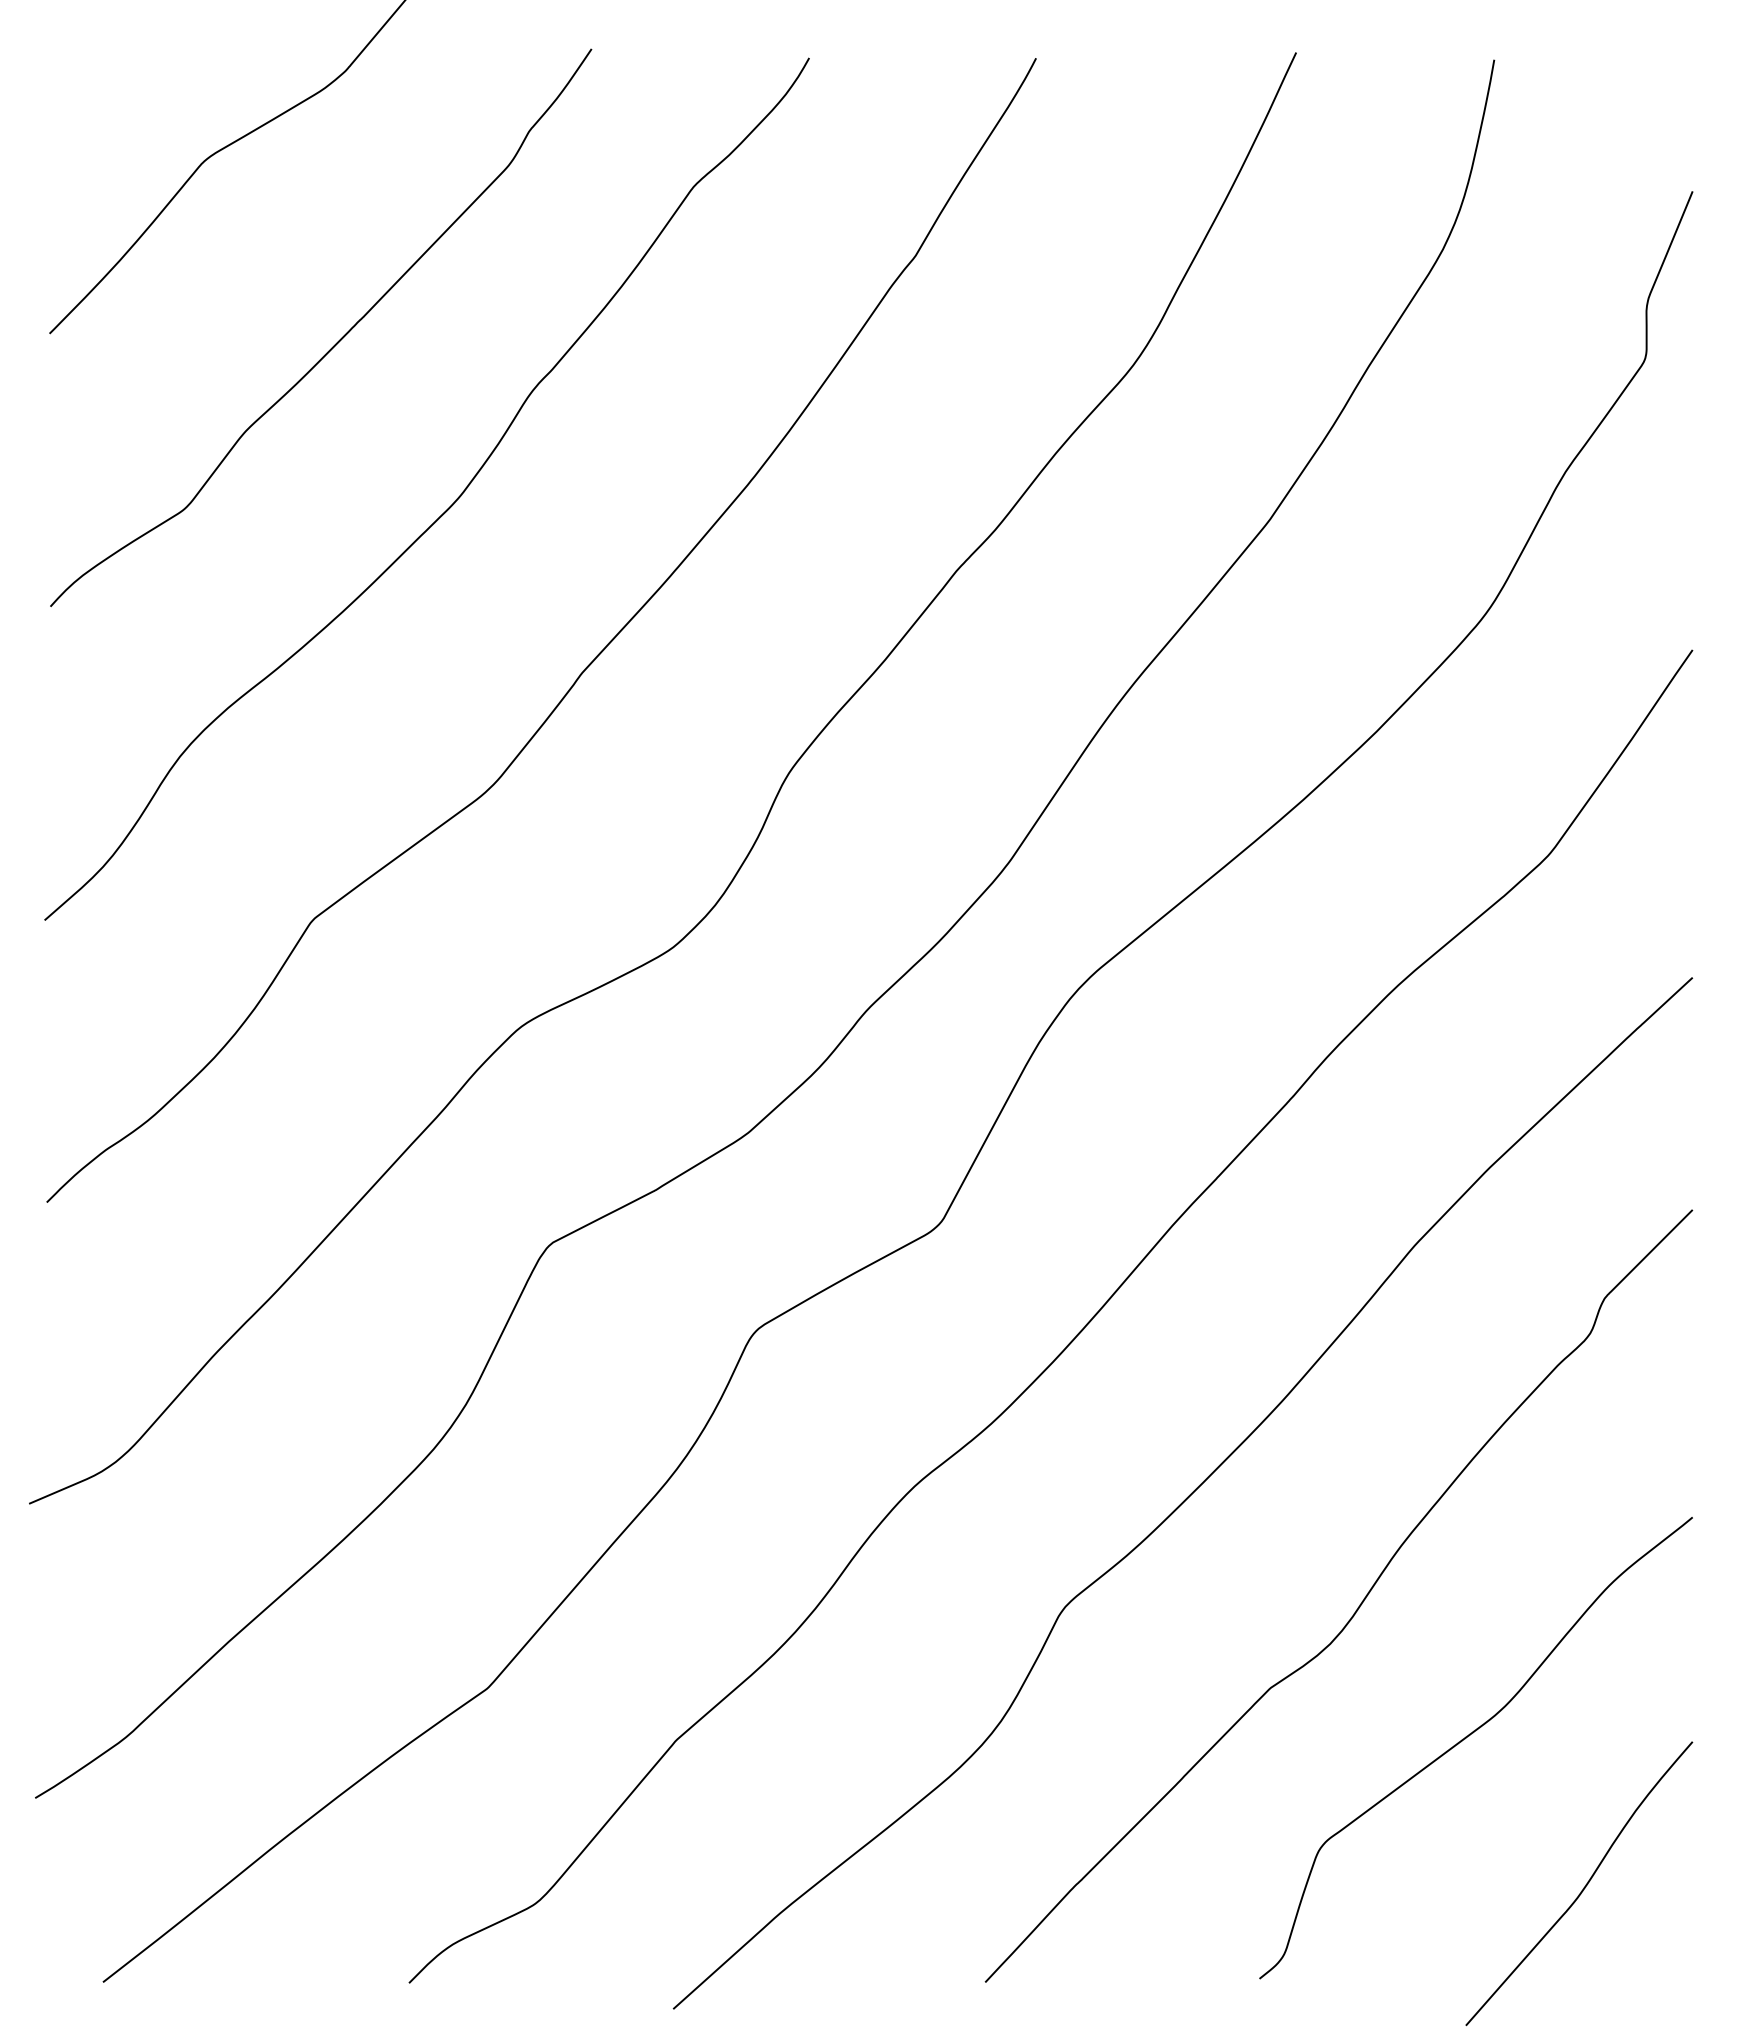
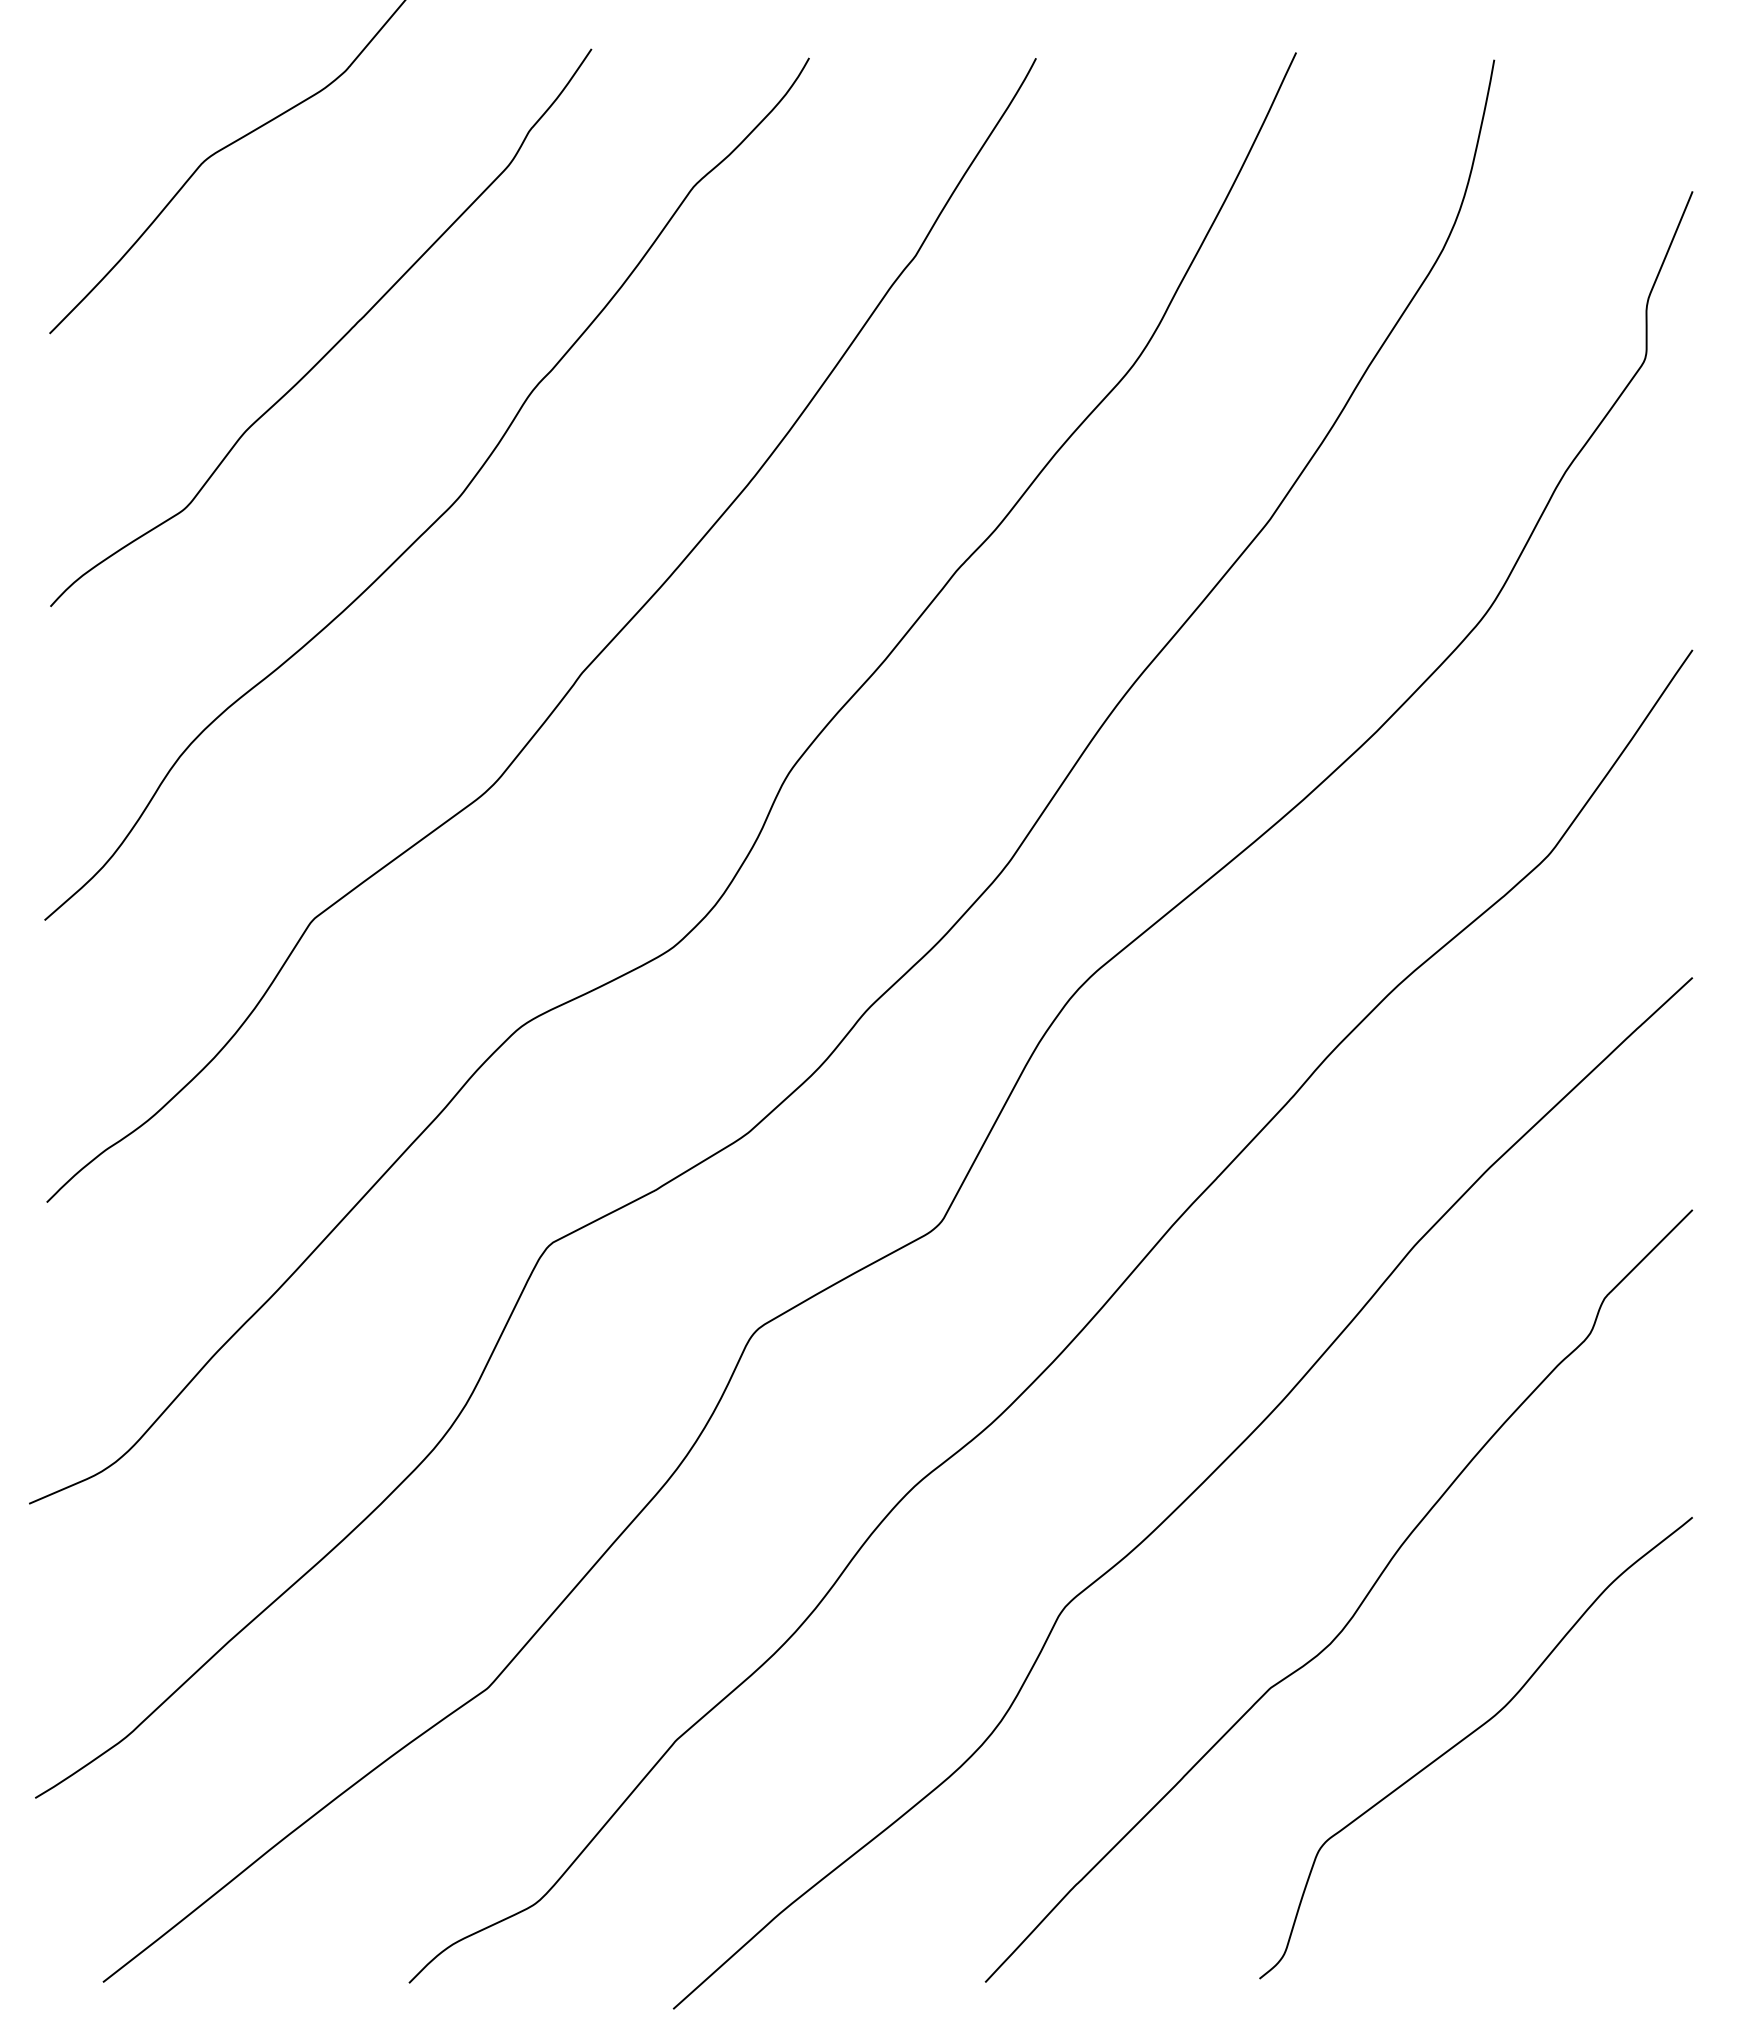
curve at (1583, 1887): present -> none
